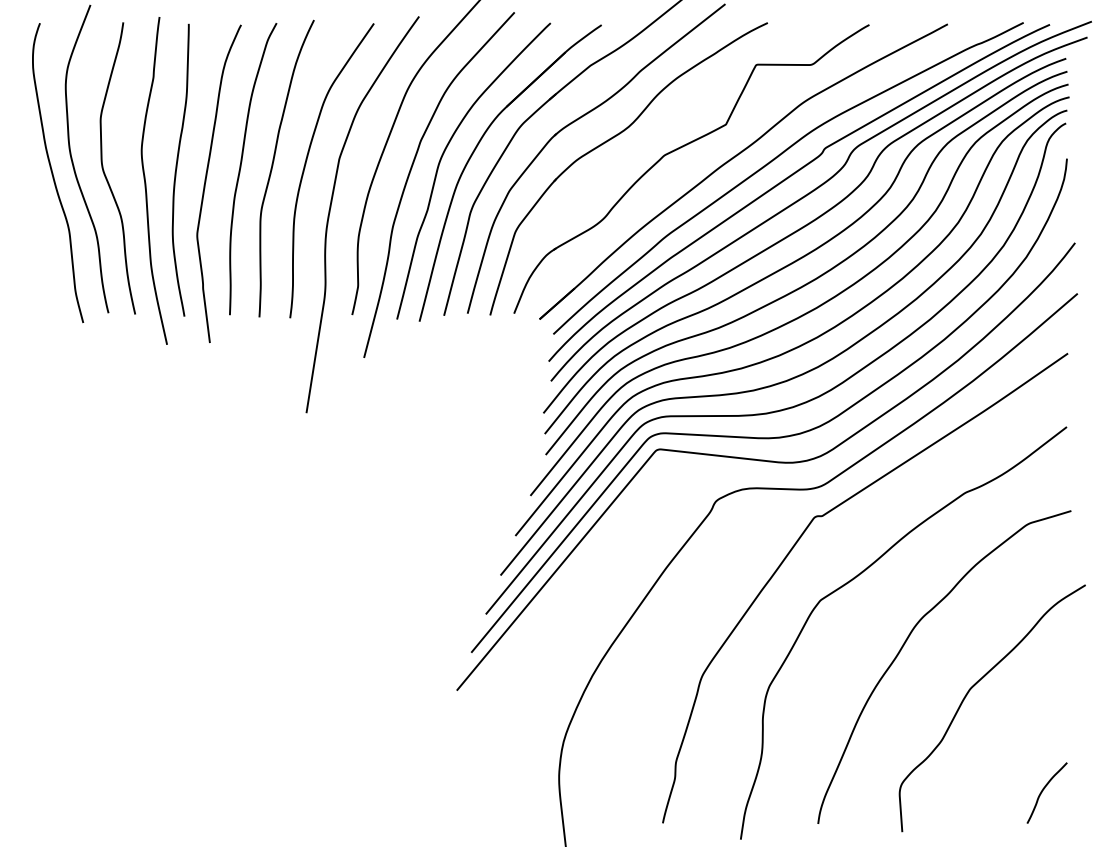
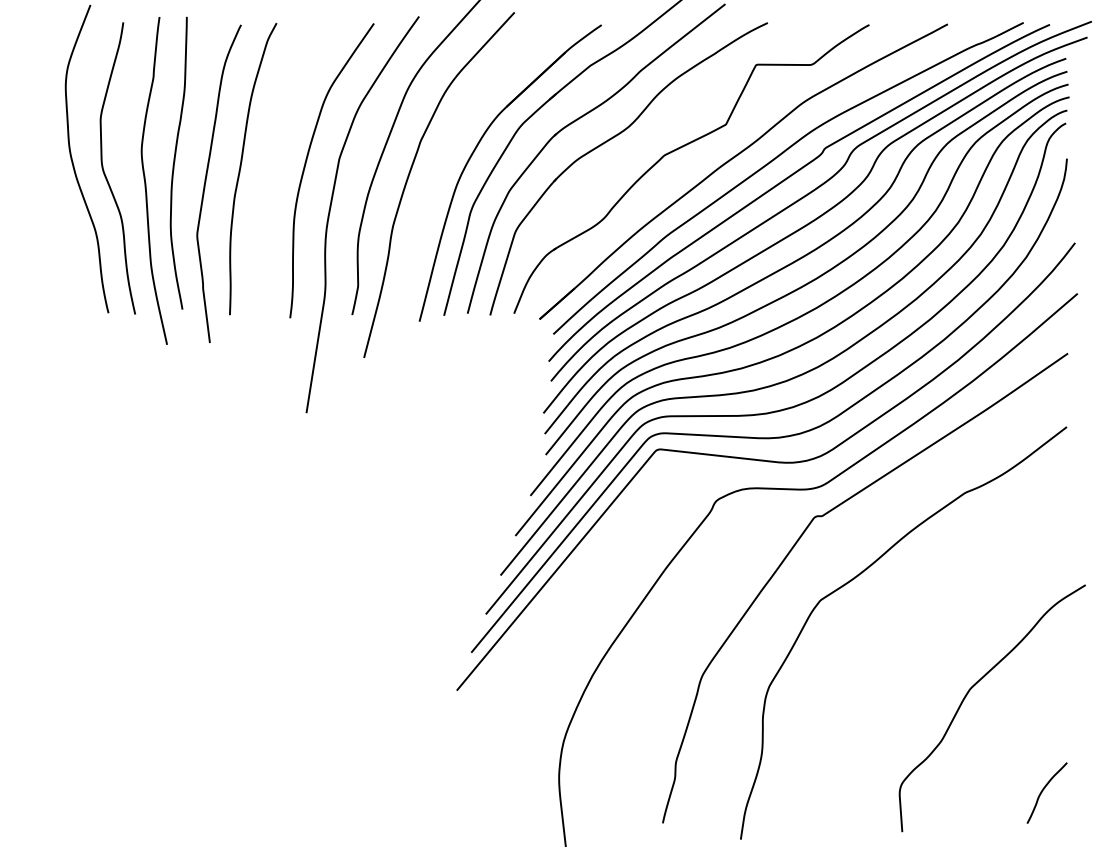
curve at (441, 160): present -> none
curve at (273, 166): present -> none
curve at (177, 168) position: (177, 168) -> (175, 161)
curve at (53, 173): present -> none
curve at (906, 642): present -> none
